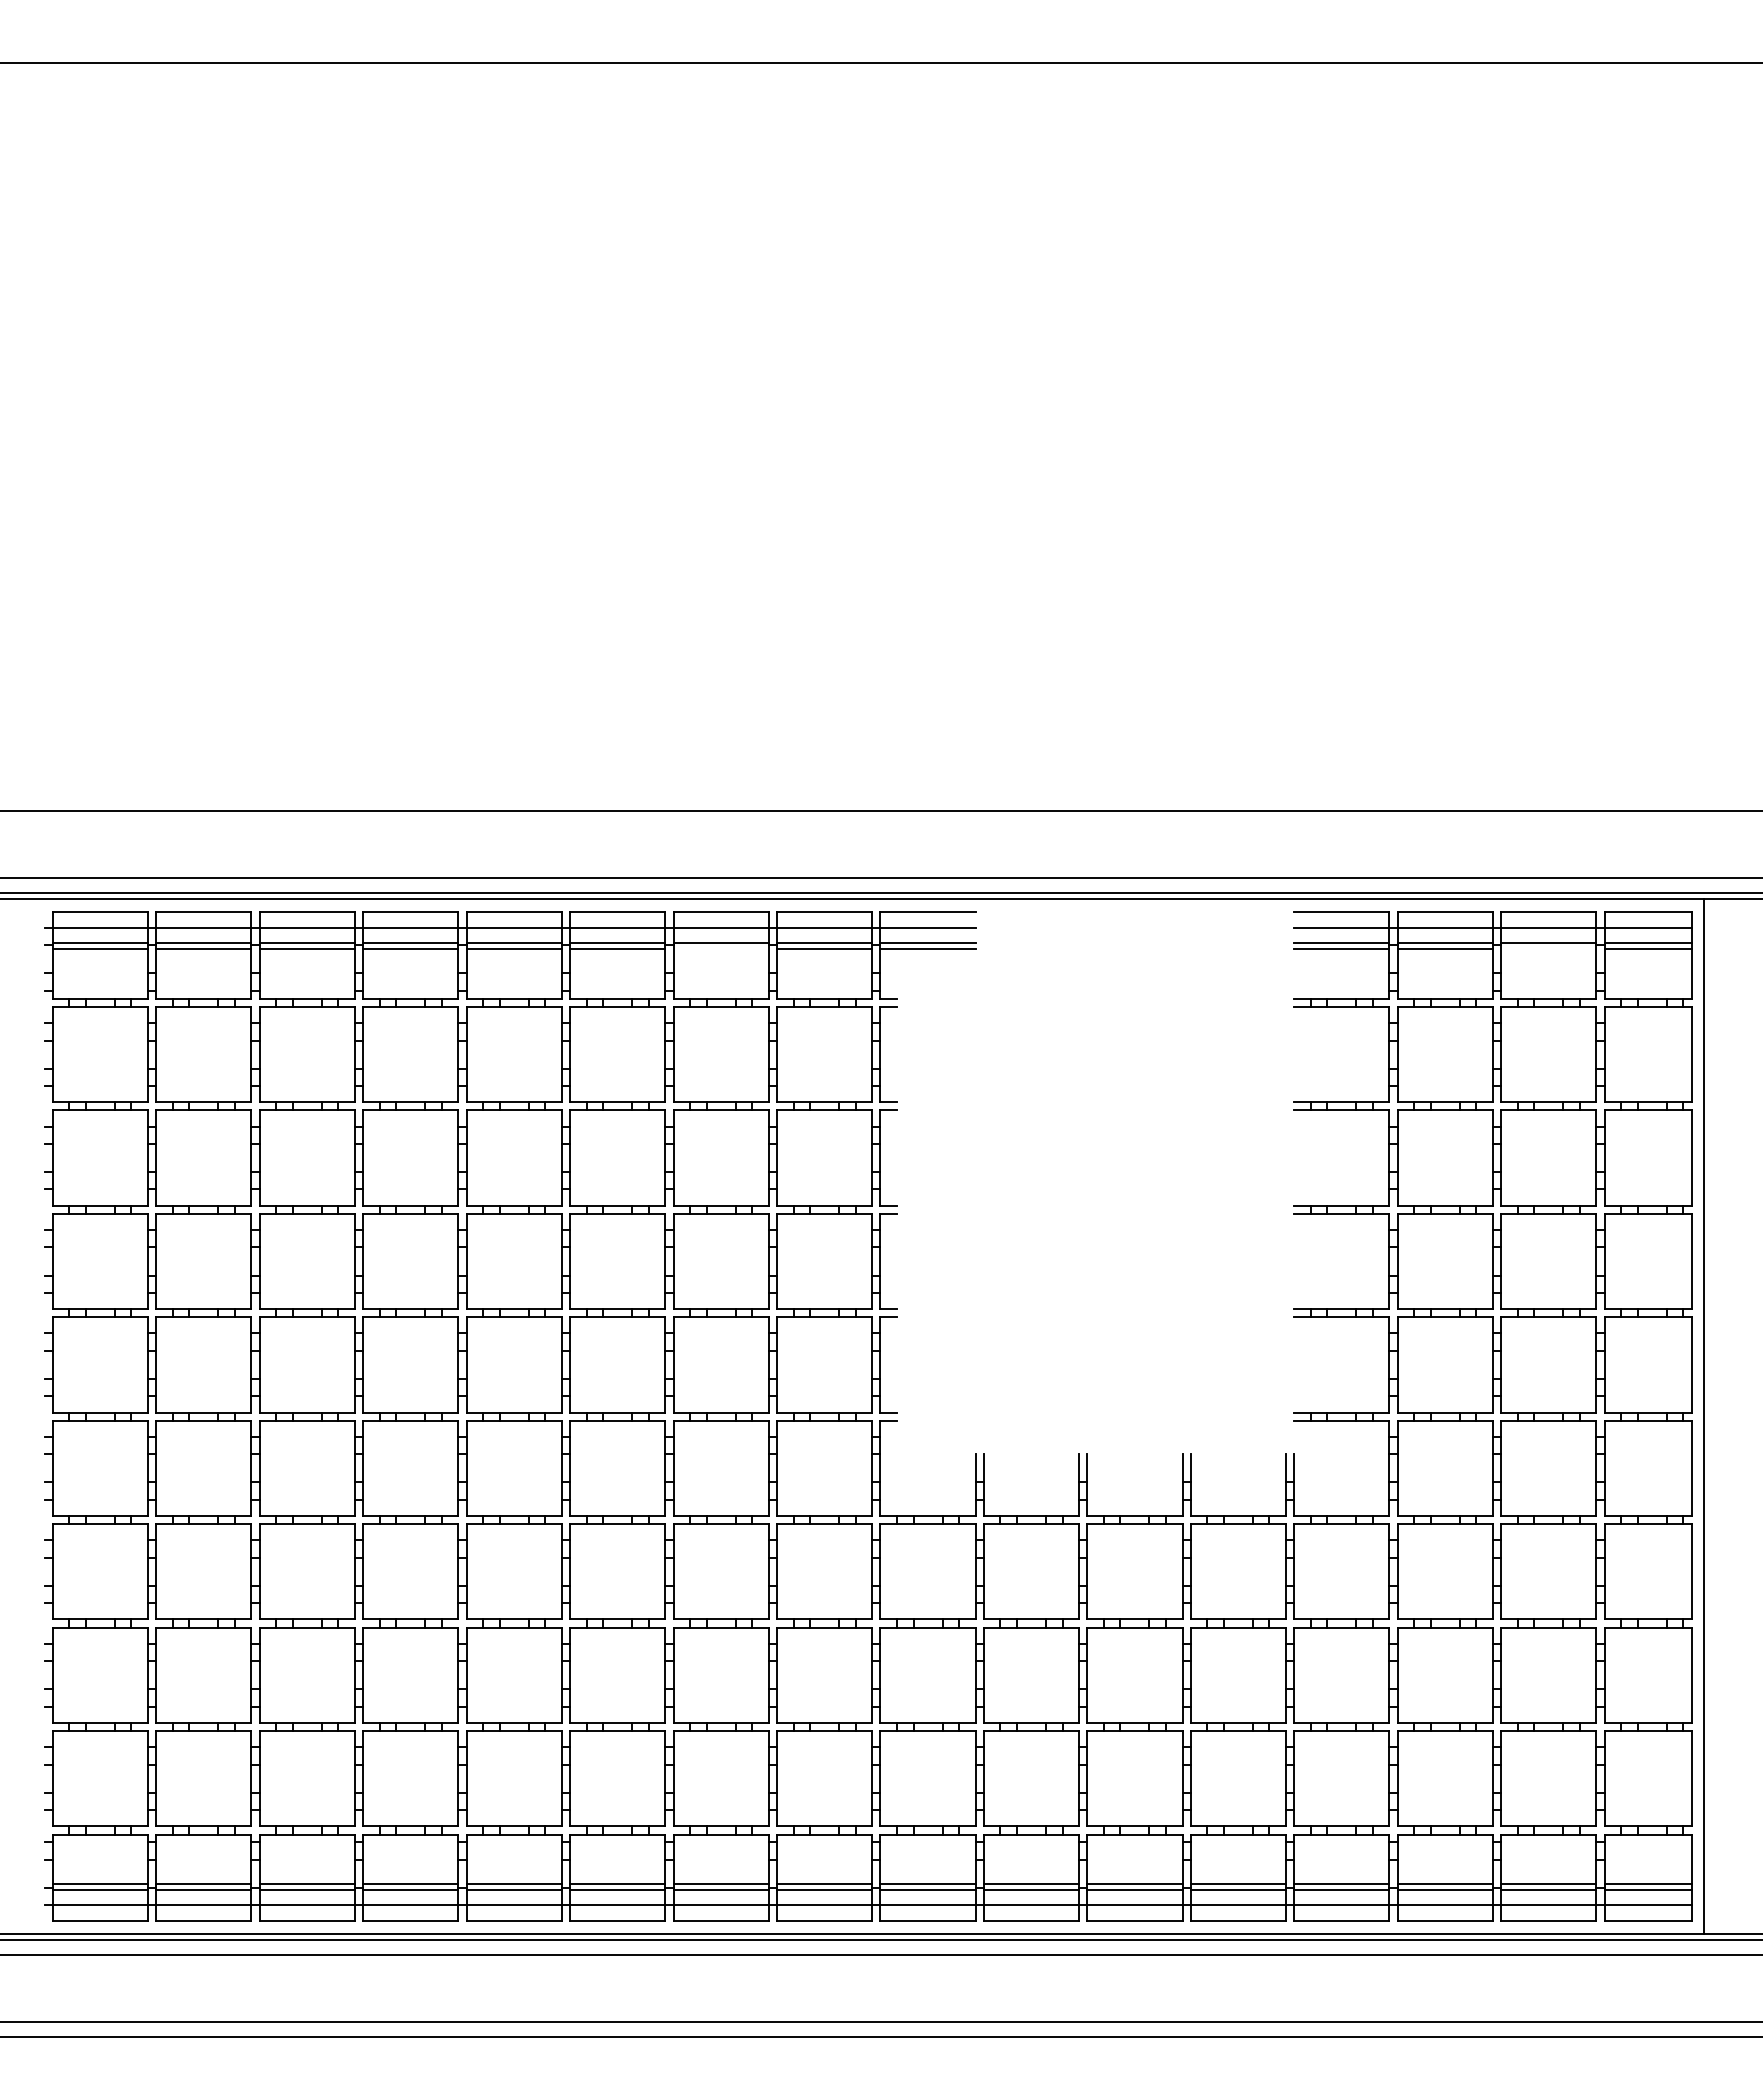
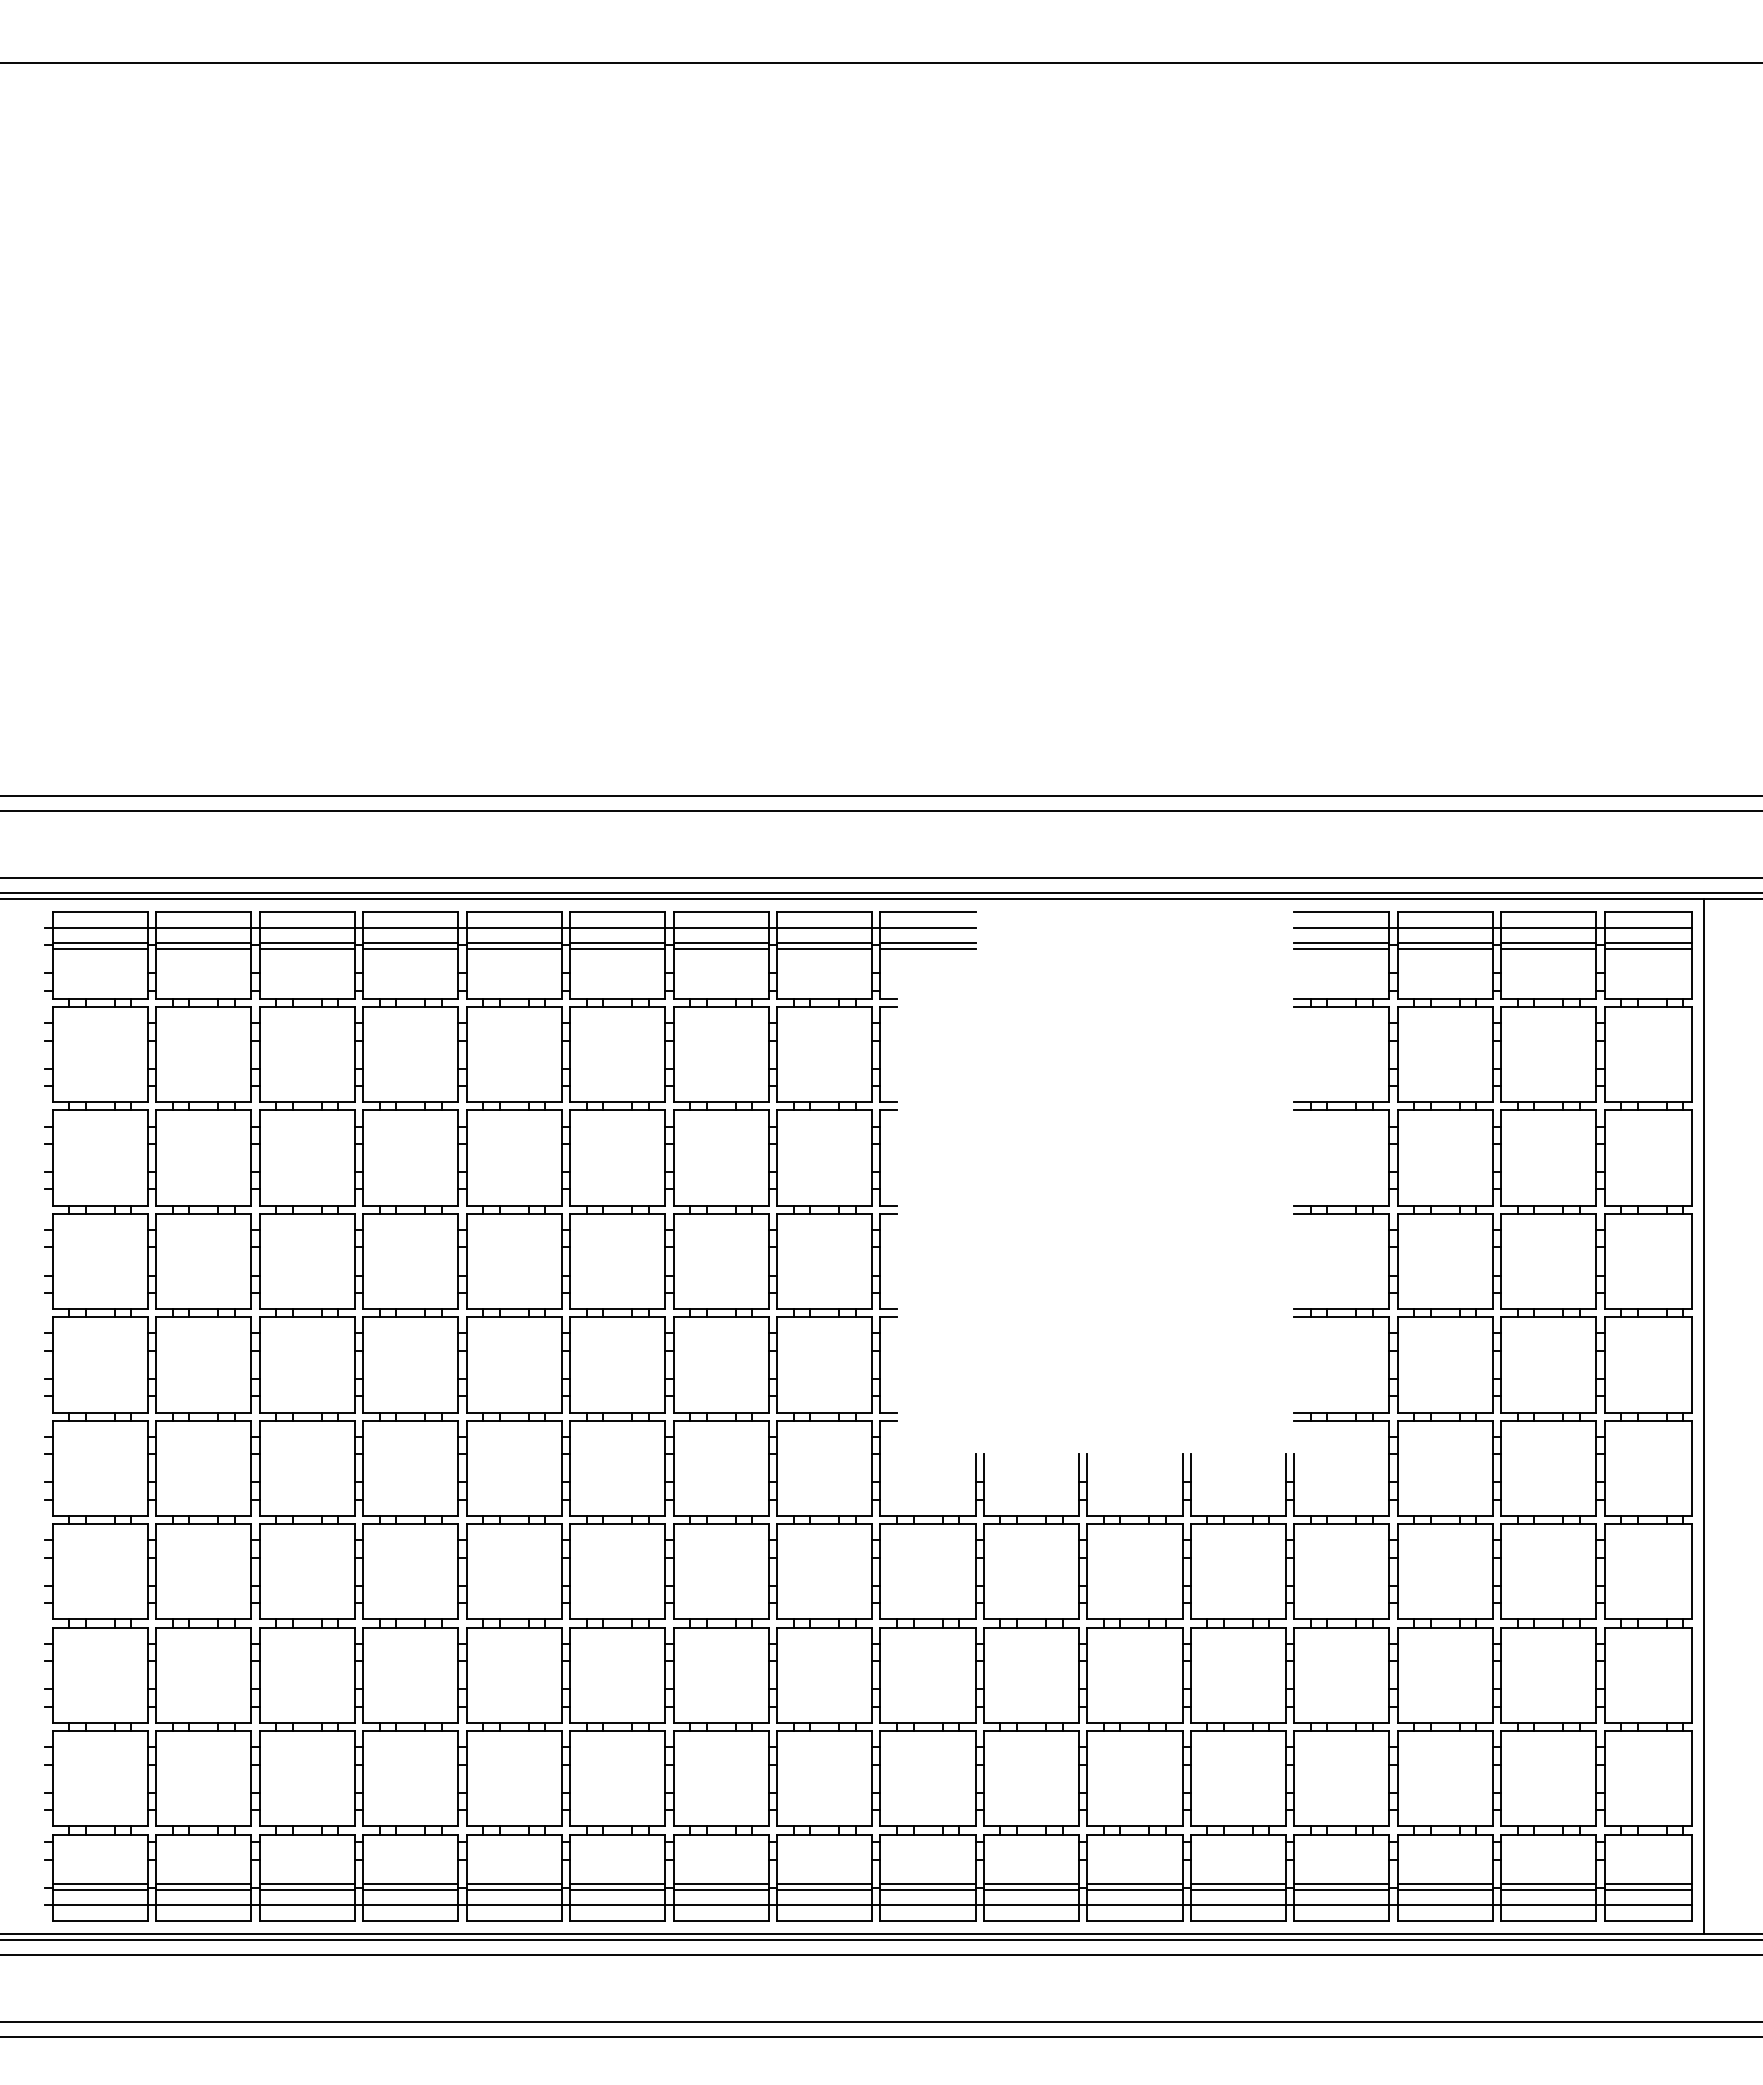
line at (880, 795): none -> present
line at (720, 949): none -> present
line at (1548, 949): none -> present
